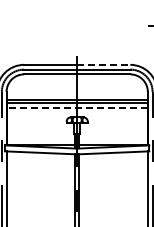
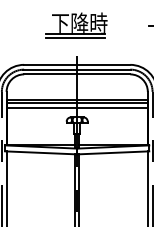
part at (76, 25): none -> present
line at (103, 64): dashed -> solid
line at (76, 108): dashed -> solid
